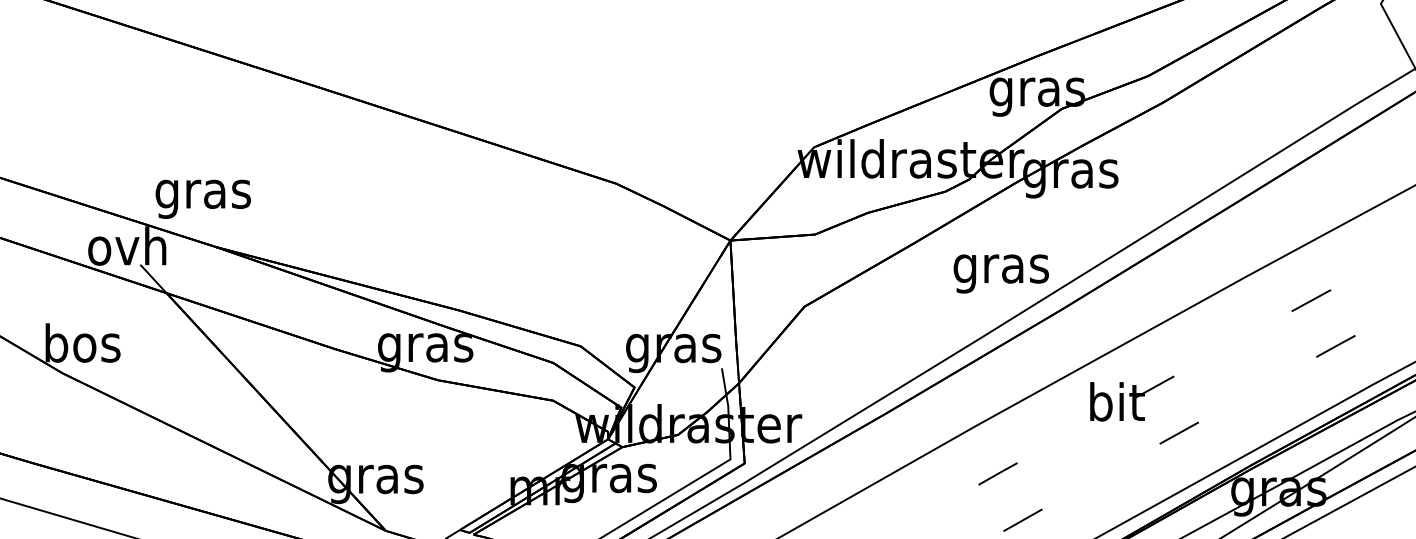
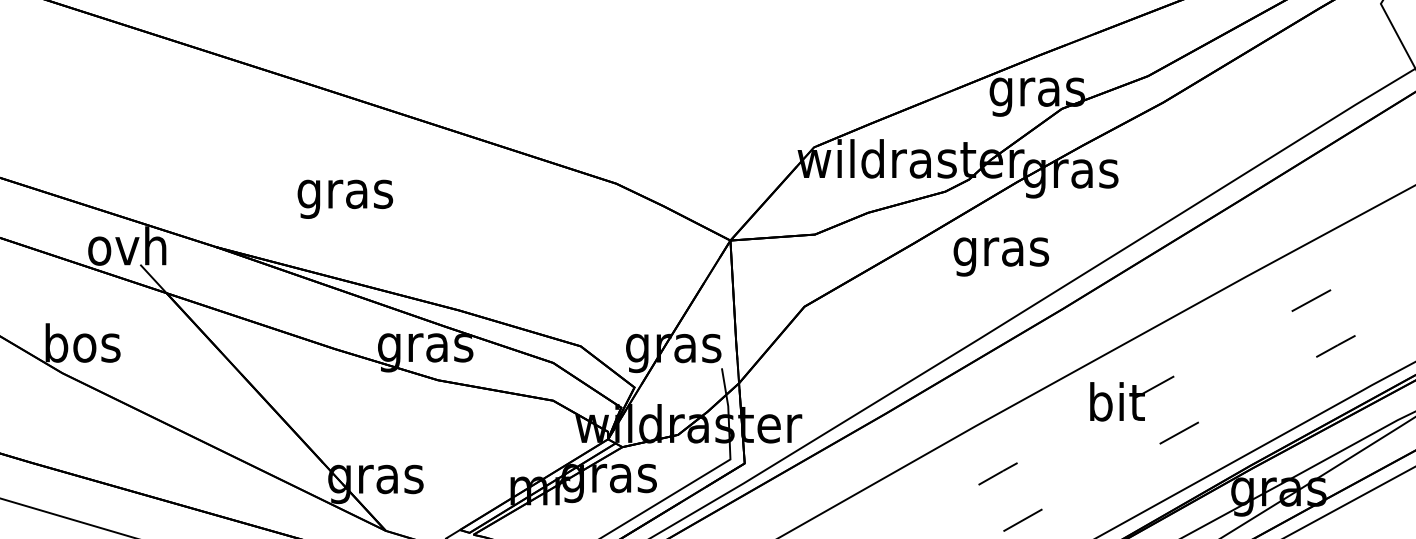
text at (203, 198) position: (203, 198) -> (345, 198)
text at (1001, 273) position: (1001, 273) -> (1001, 256)
